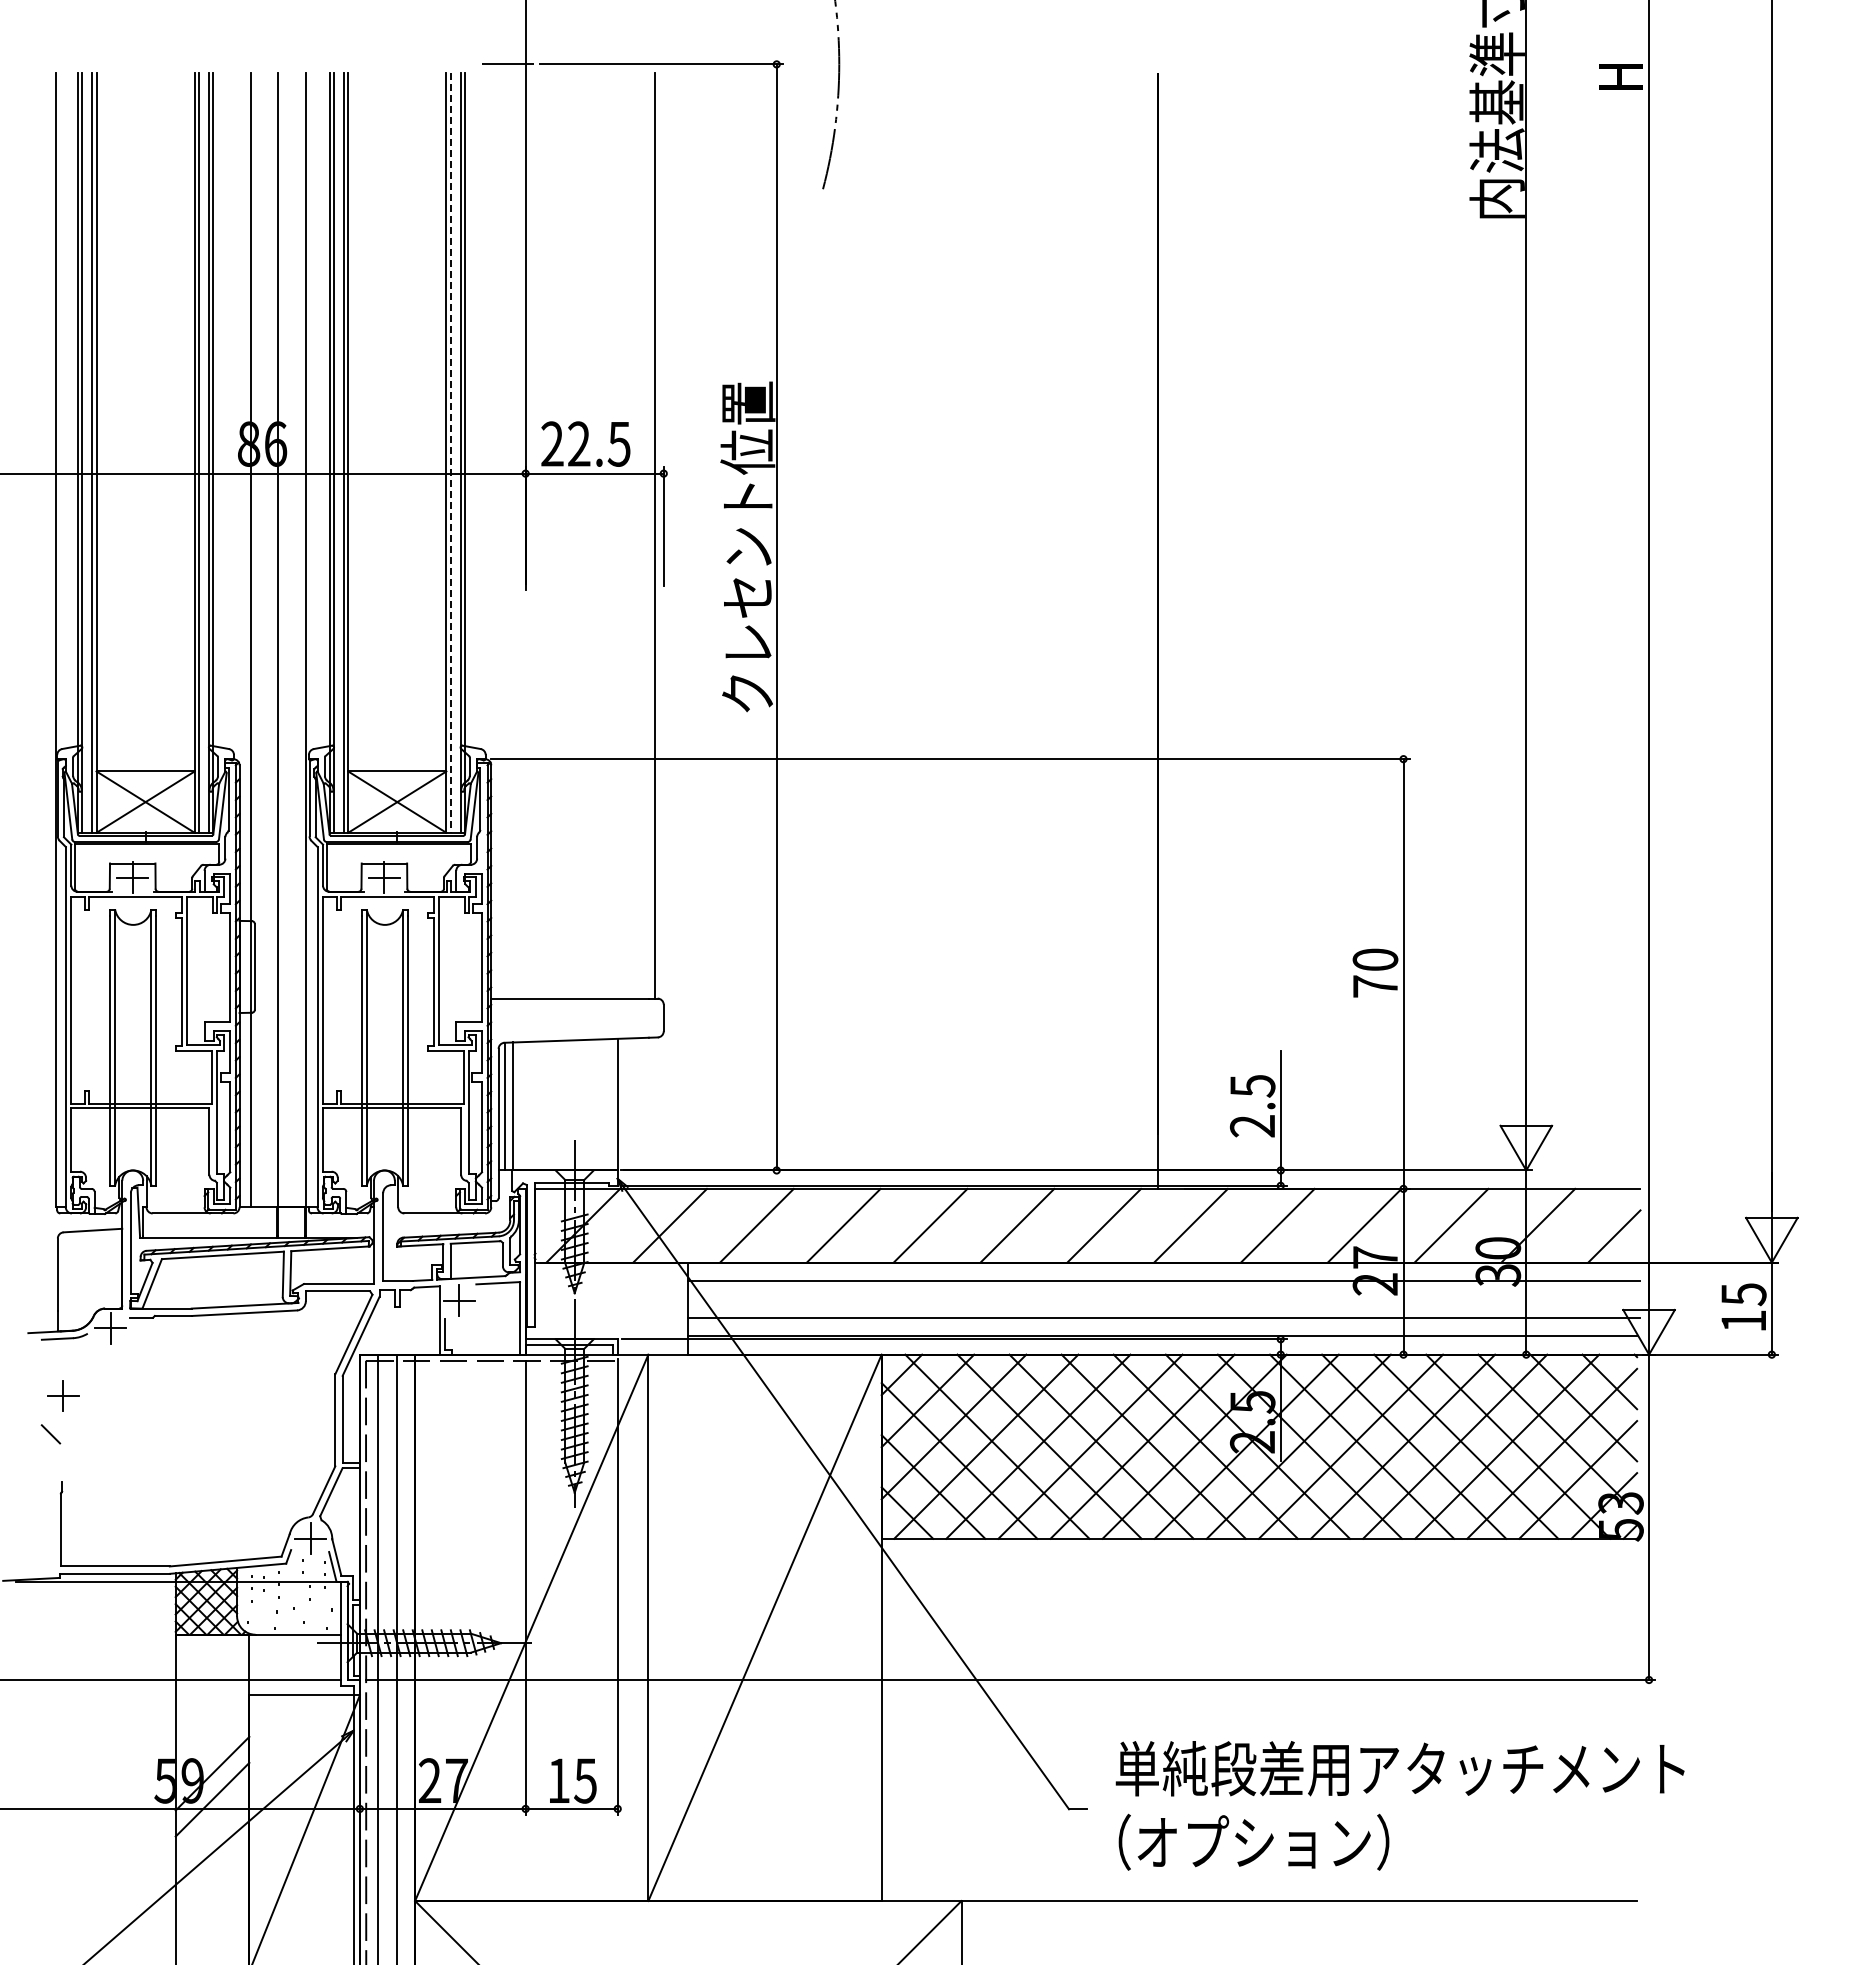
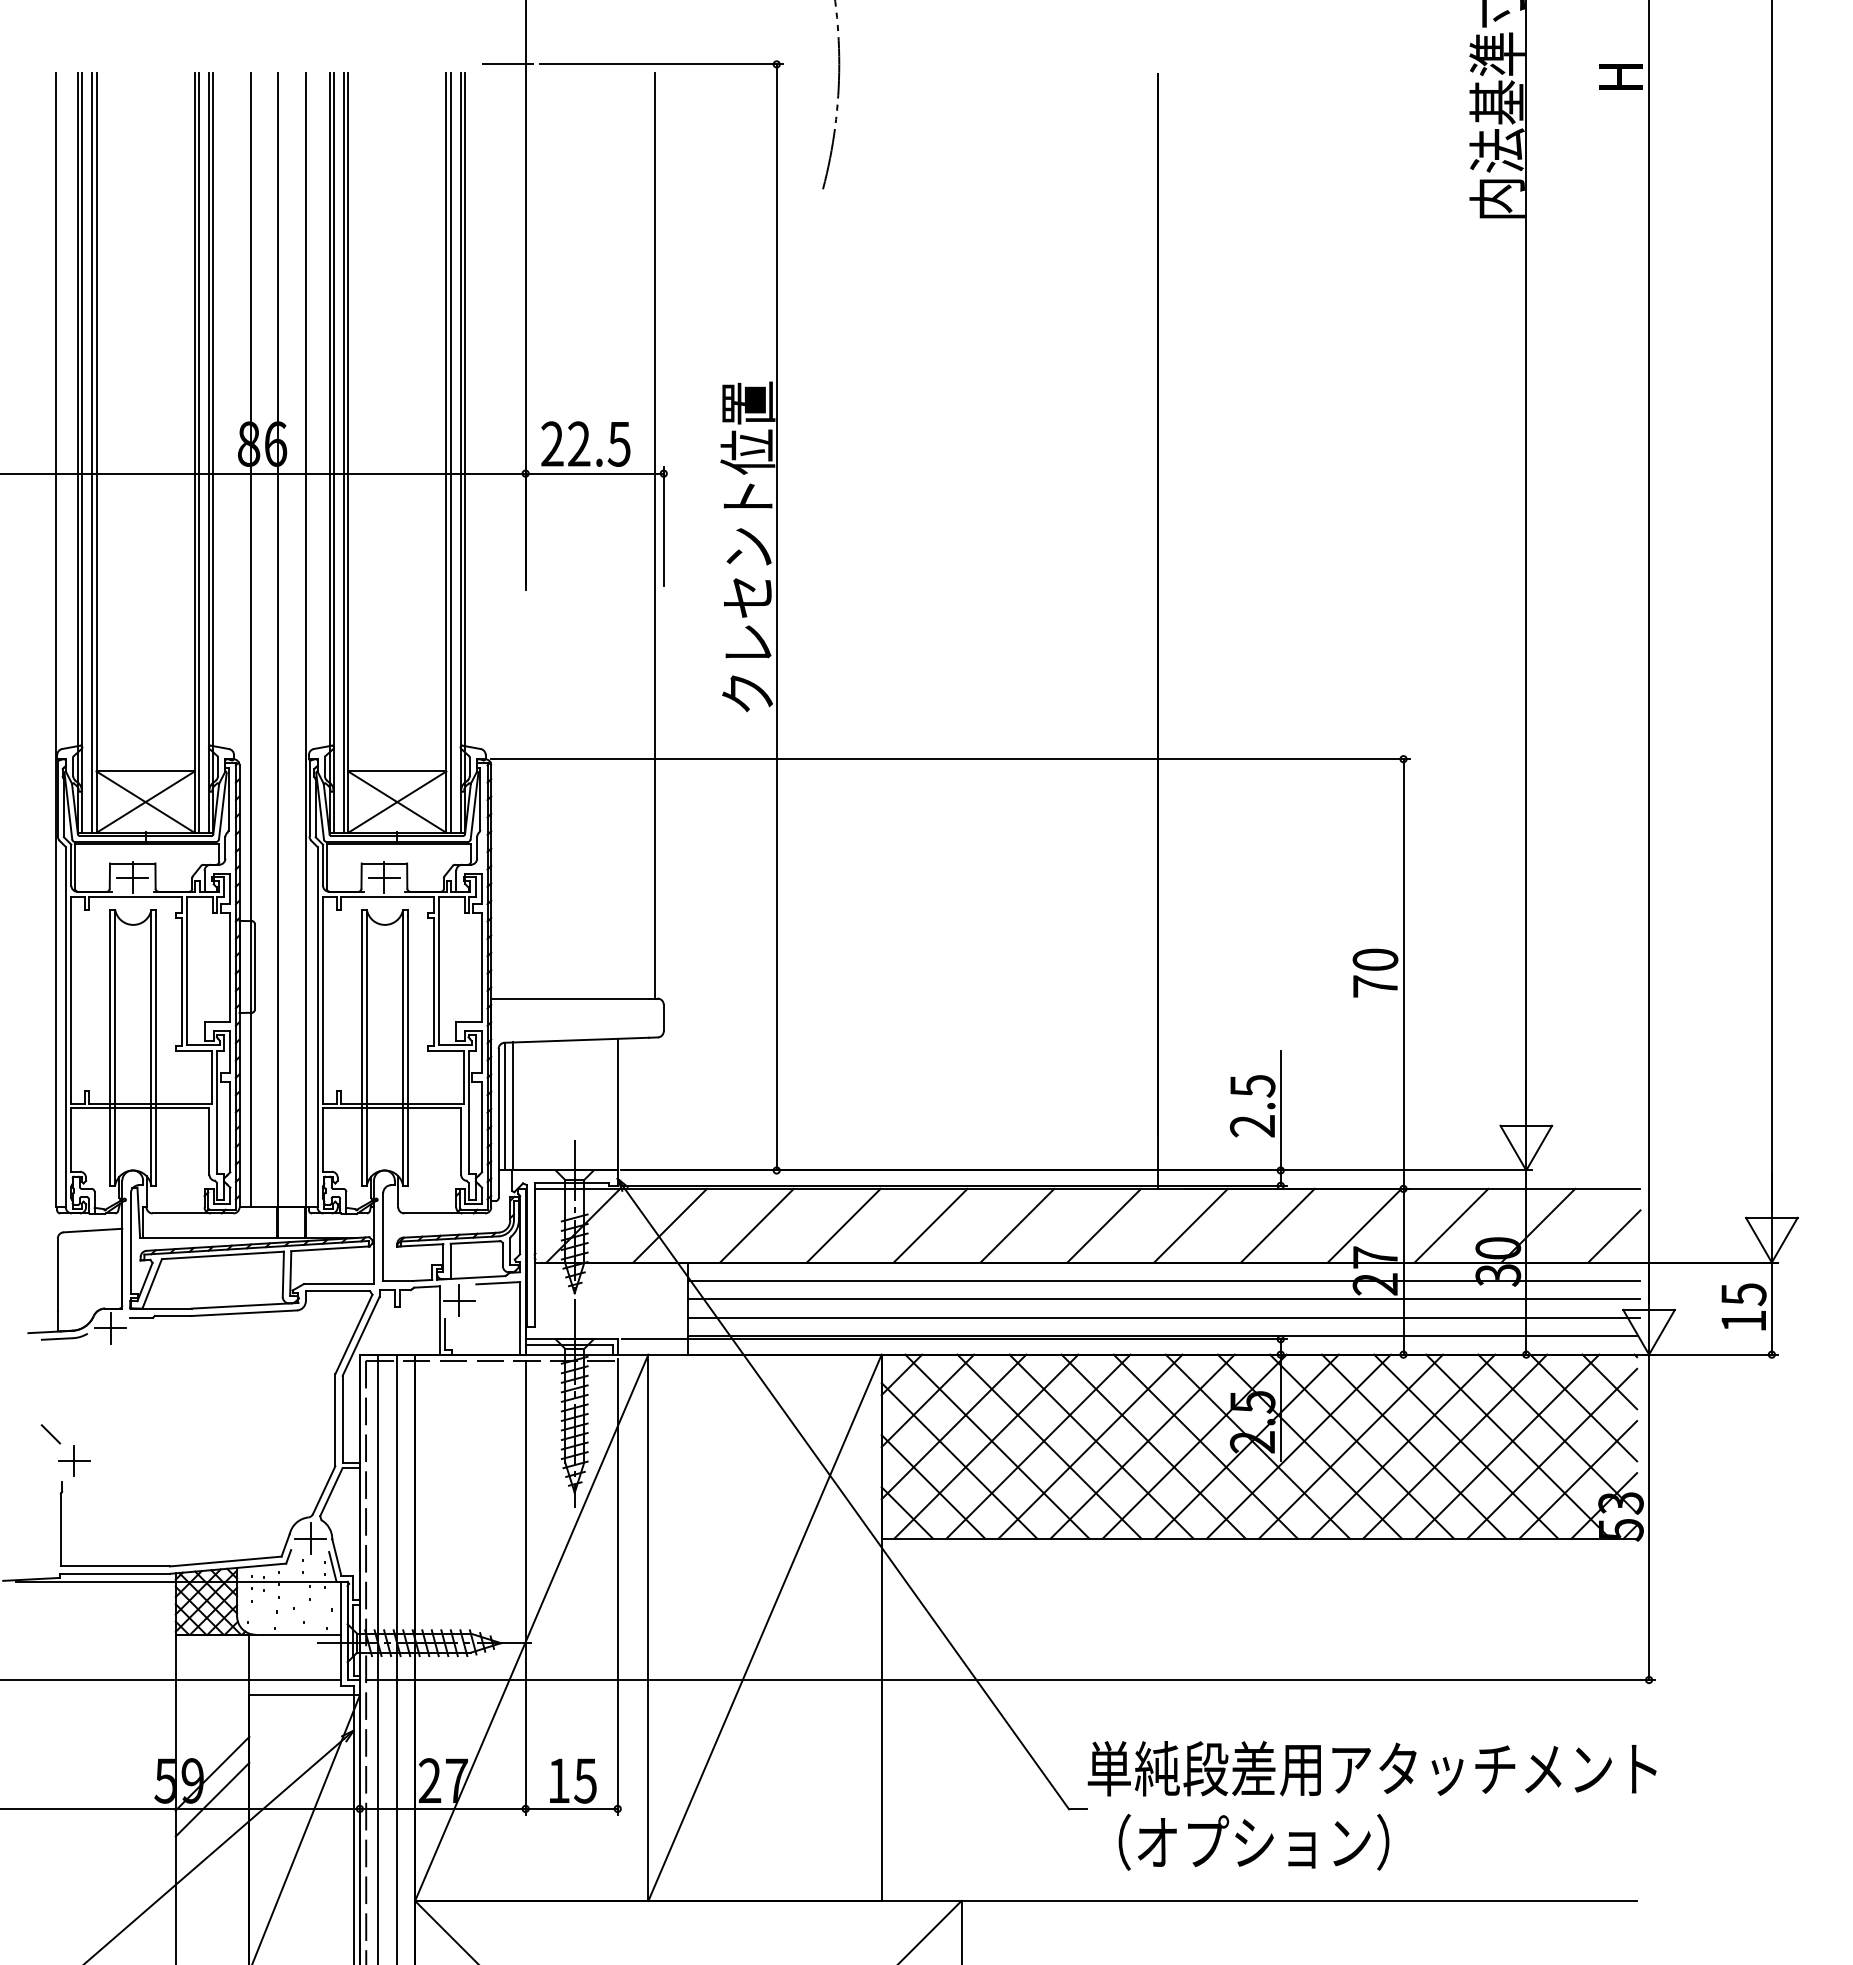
line at (450, 453): dashed -> solid
line at (1163, 1299): none -> present
part at (63, 1395) position: (63, 1395) -> (74, 1460)
text at (1399, 1768) position: (1399, 1768) -> (1371, 1768)
